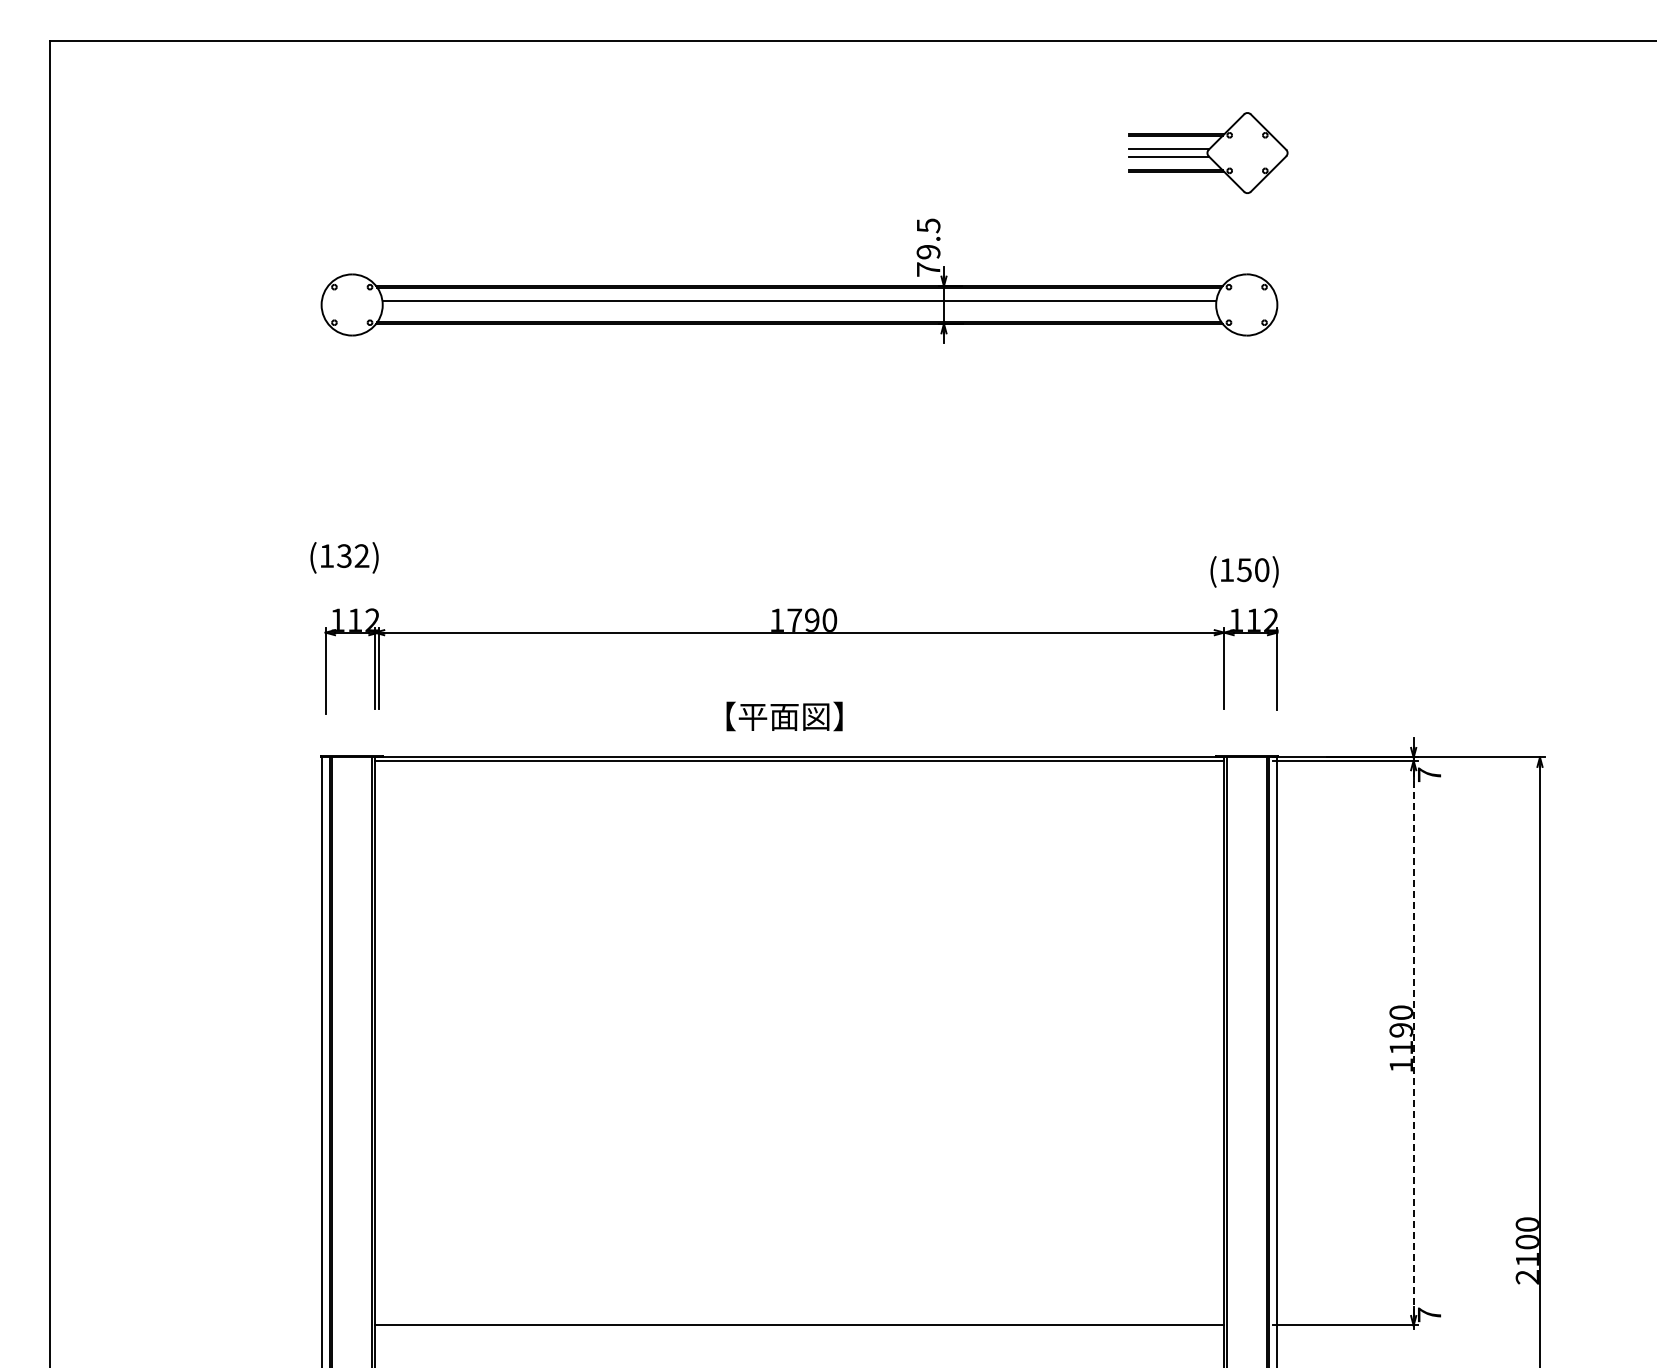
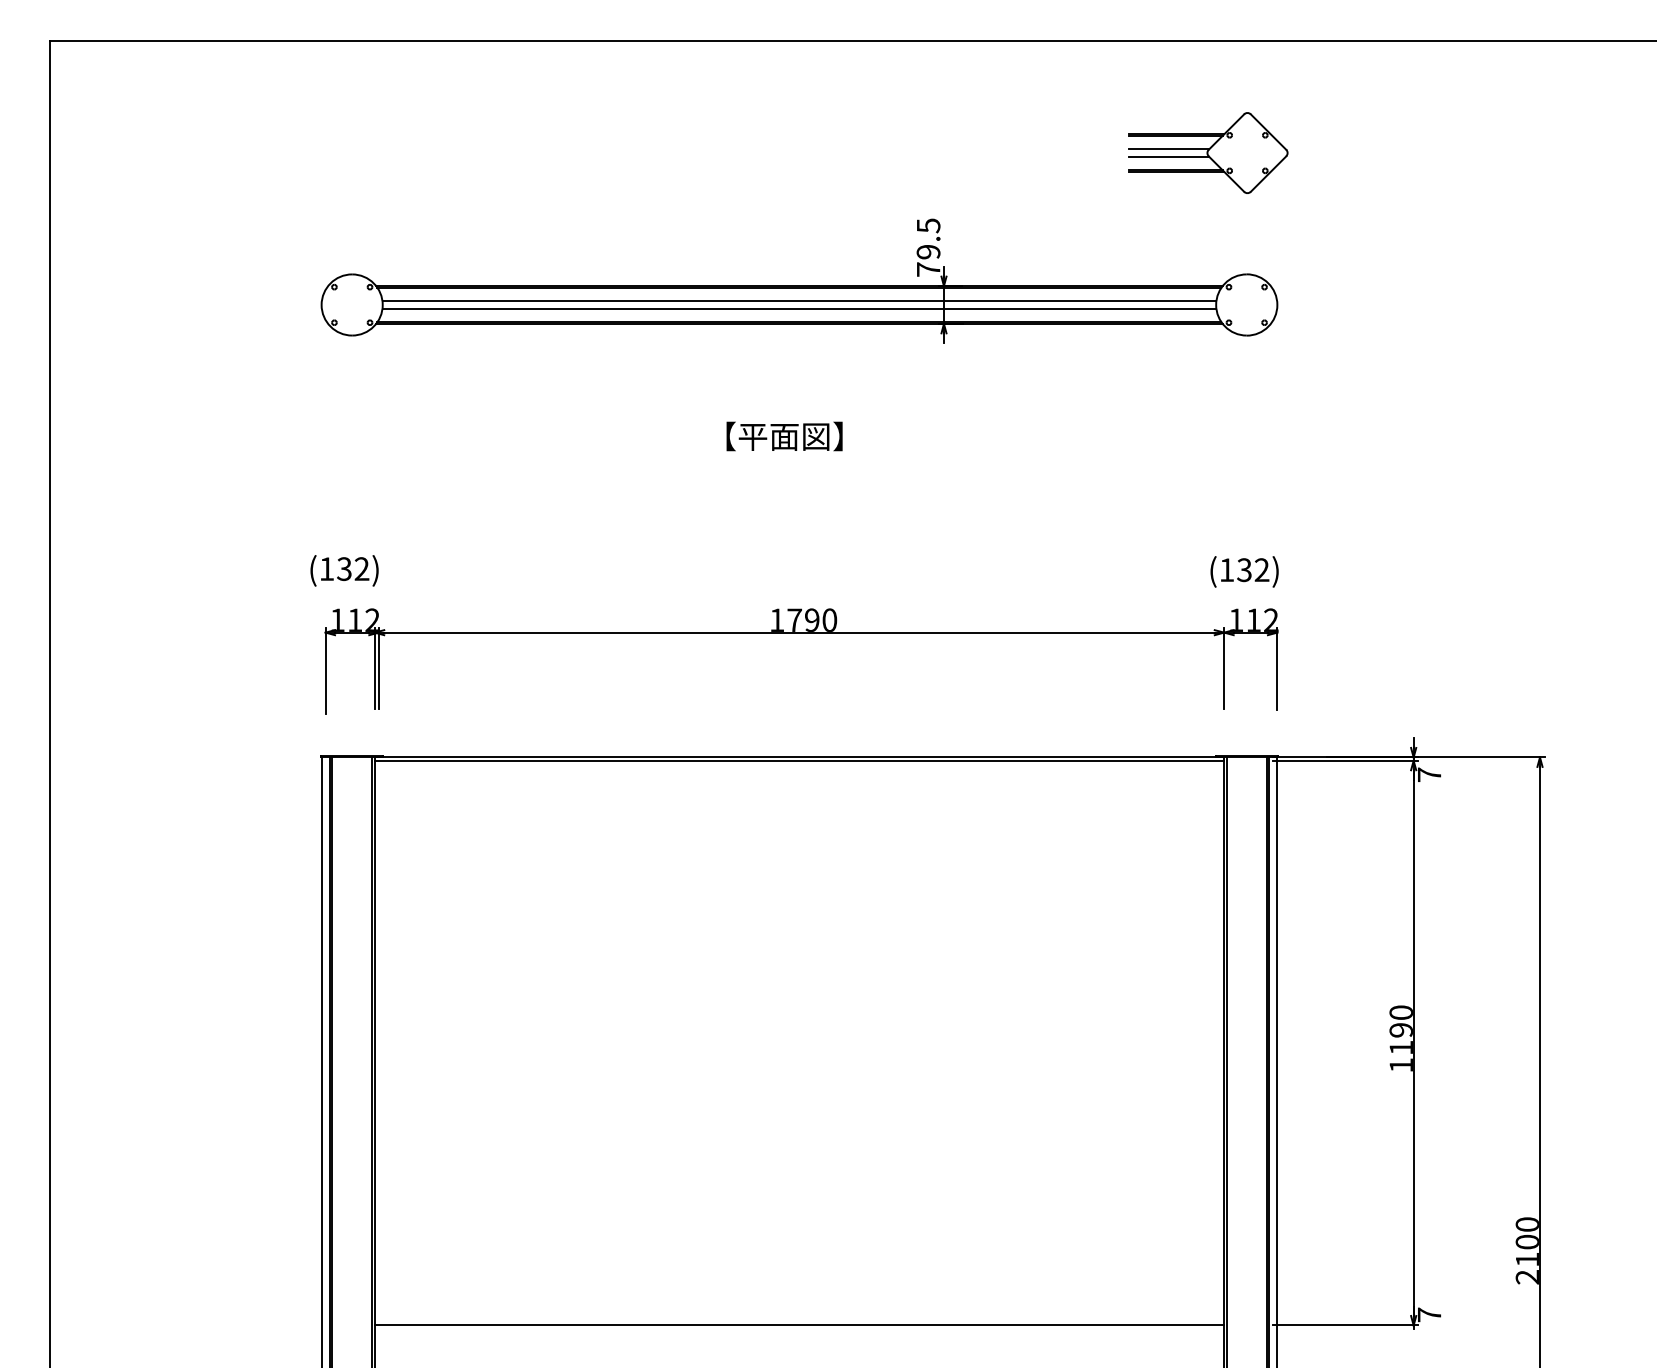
line at (799, 308): none -> present
text at (344, 557) position: (344, 557) -> (344, 570)
text at (1253, 570): (150) -> (132)
text at (784, 716) position: (784, 716) -> (784, 436)
line at (1413, 1043): dashed -> solid
